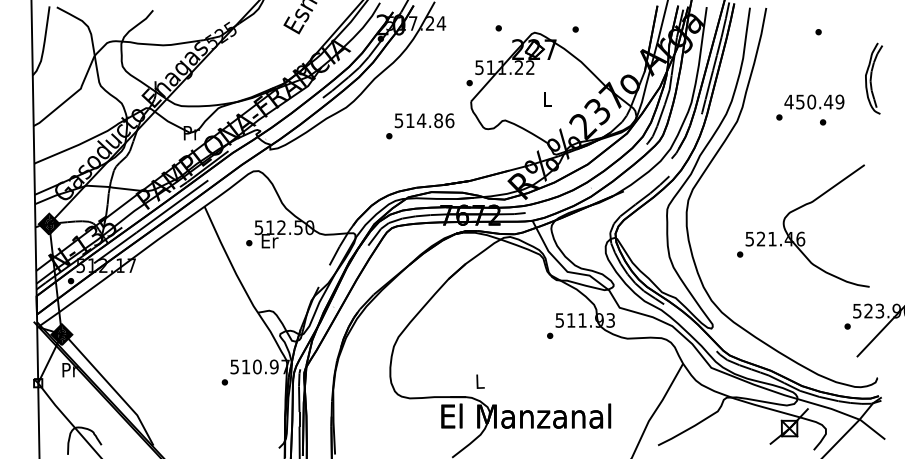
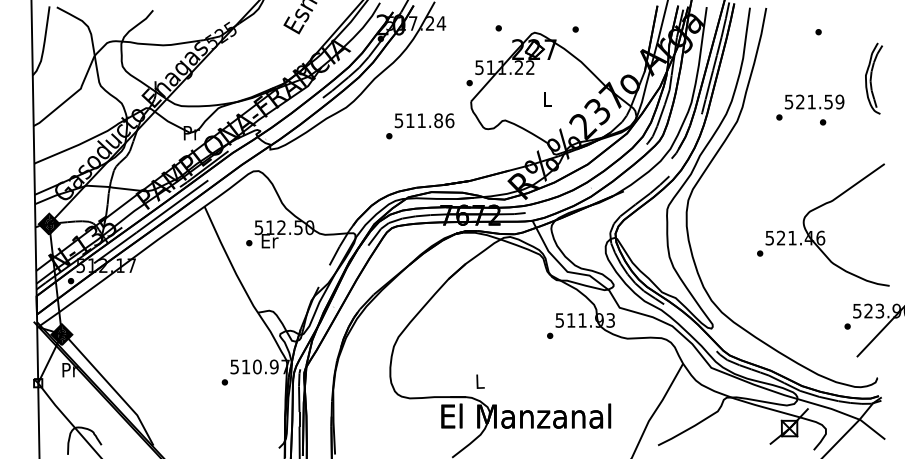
text at (808, 101): 450.49 -> 521.59
text at (421, 120): 514.86 -> 511.86
part at (802, 231) position: (802, 231) -> (822, 230)
